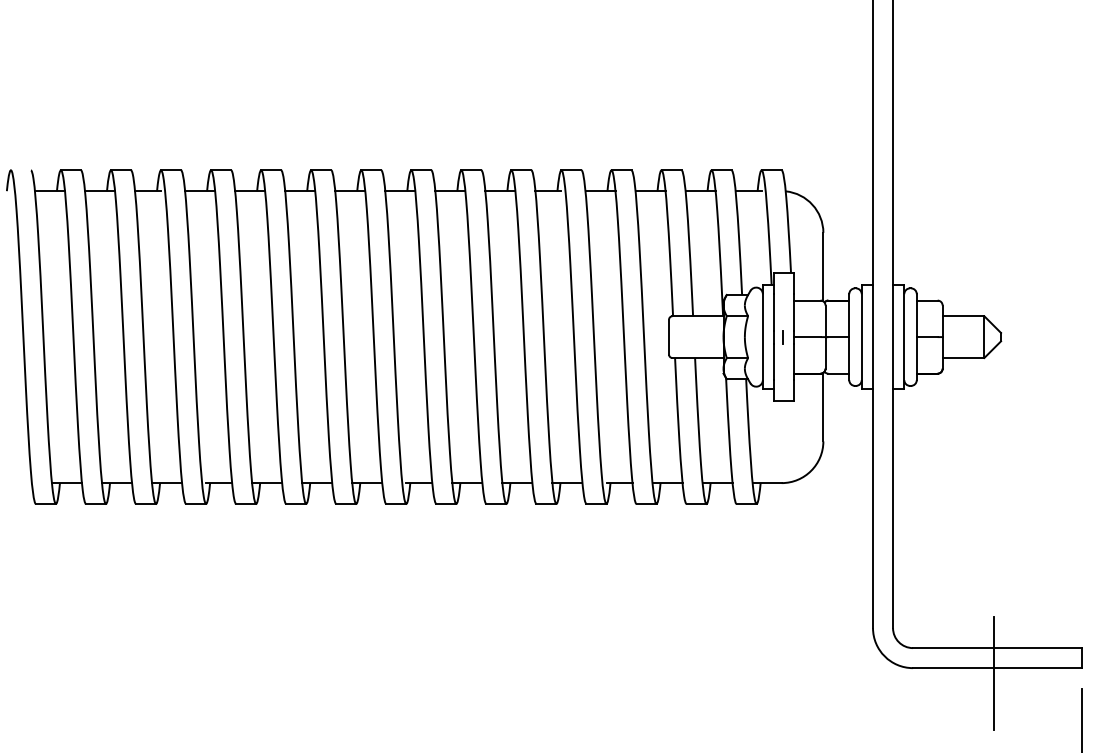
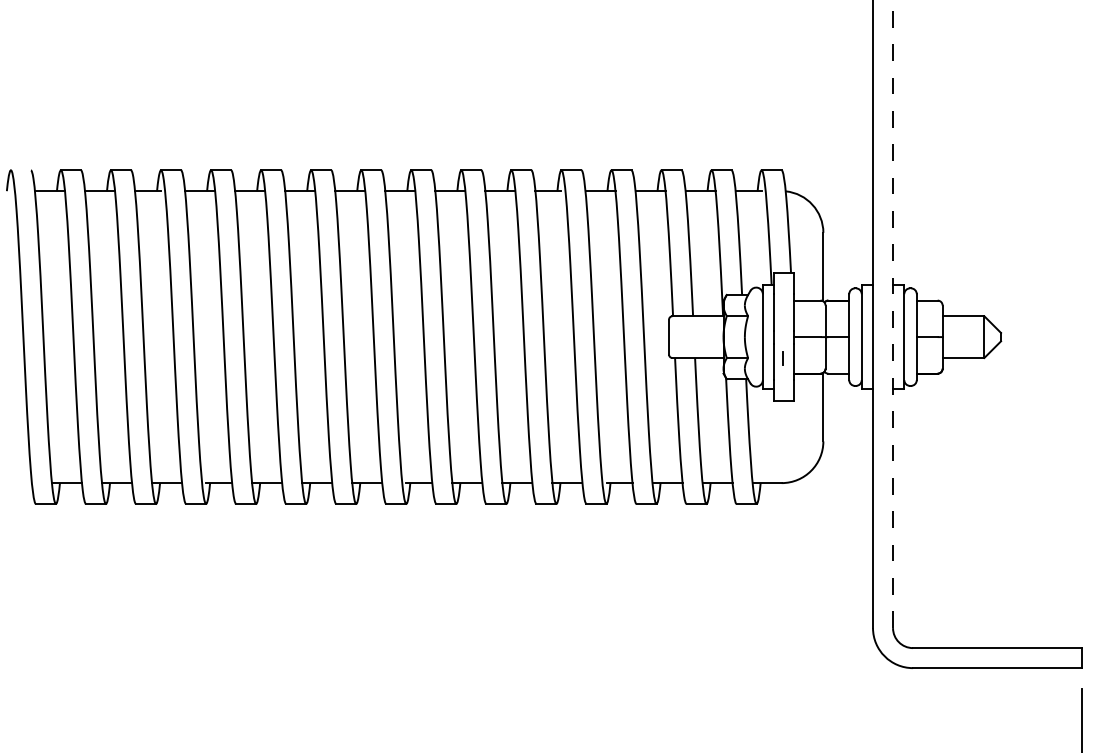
line at (893, 314): solid -> dashed
line at (782, 337) position: (782, 337) -> (782, 358)
line at (993, 673): present -> none
